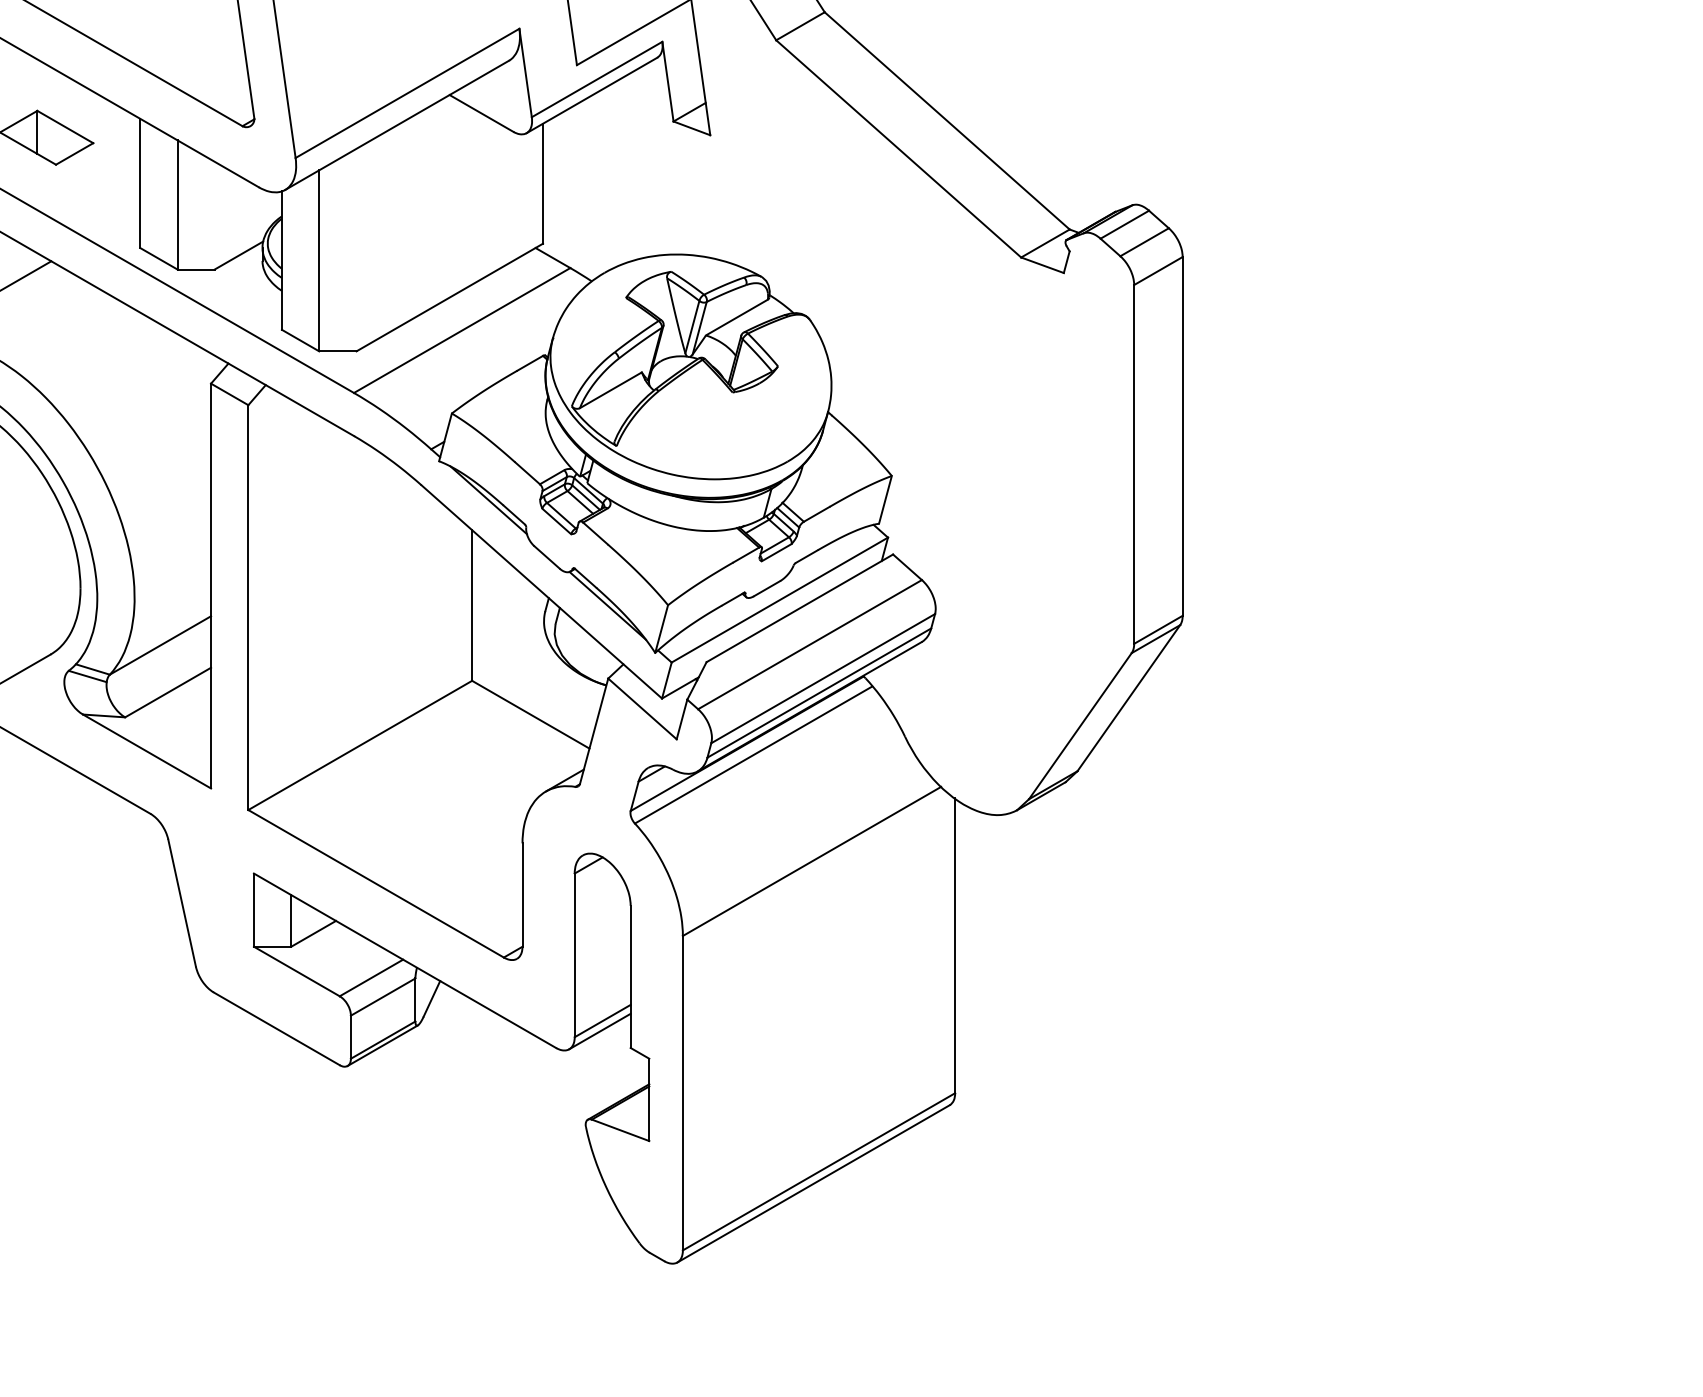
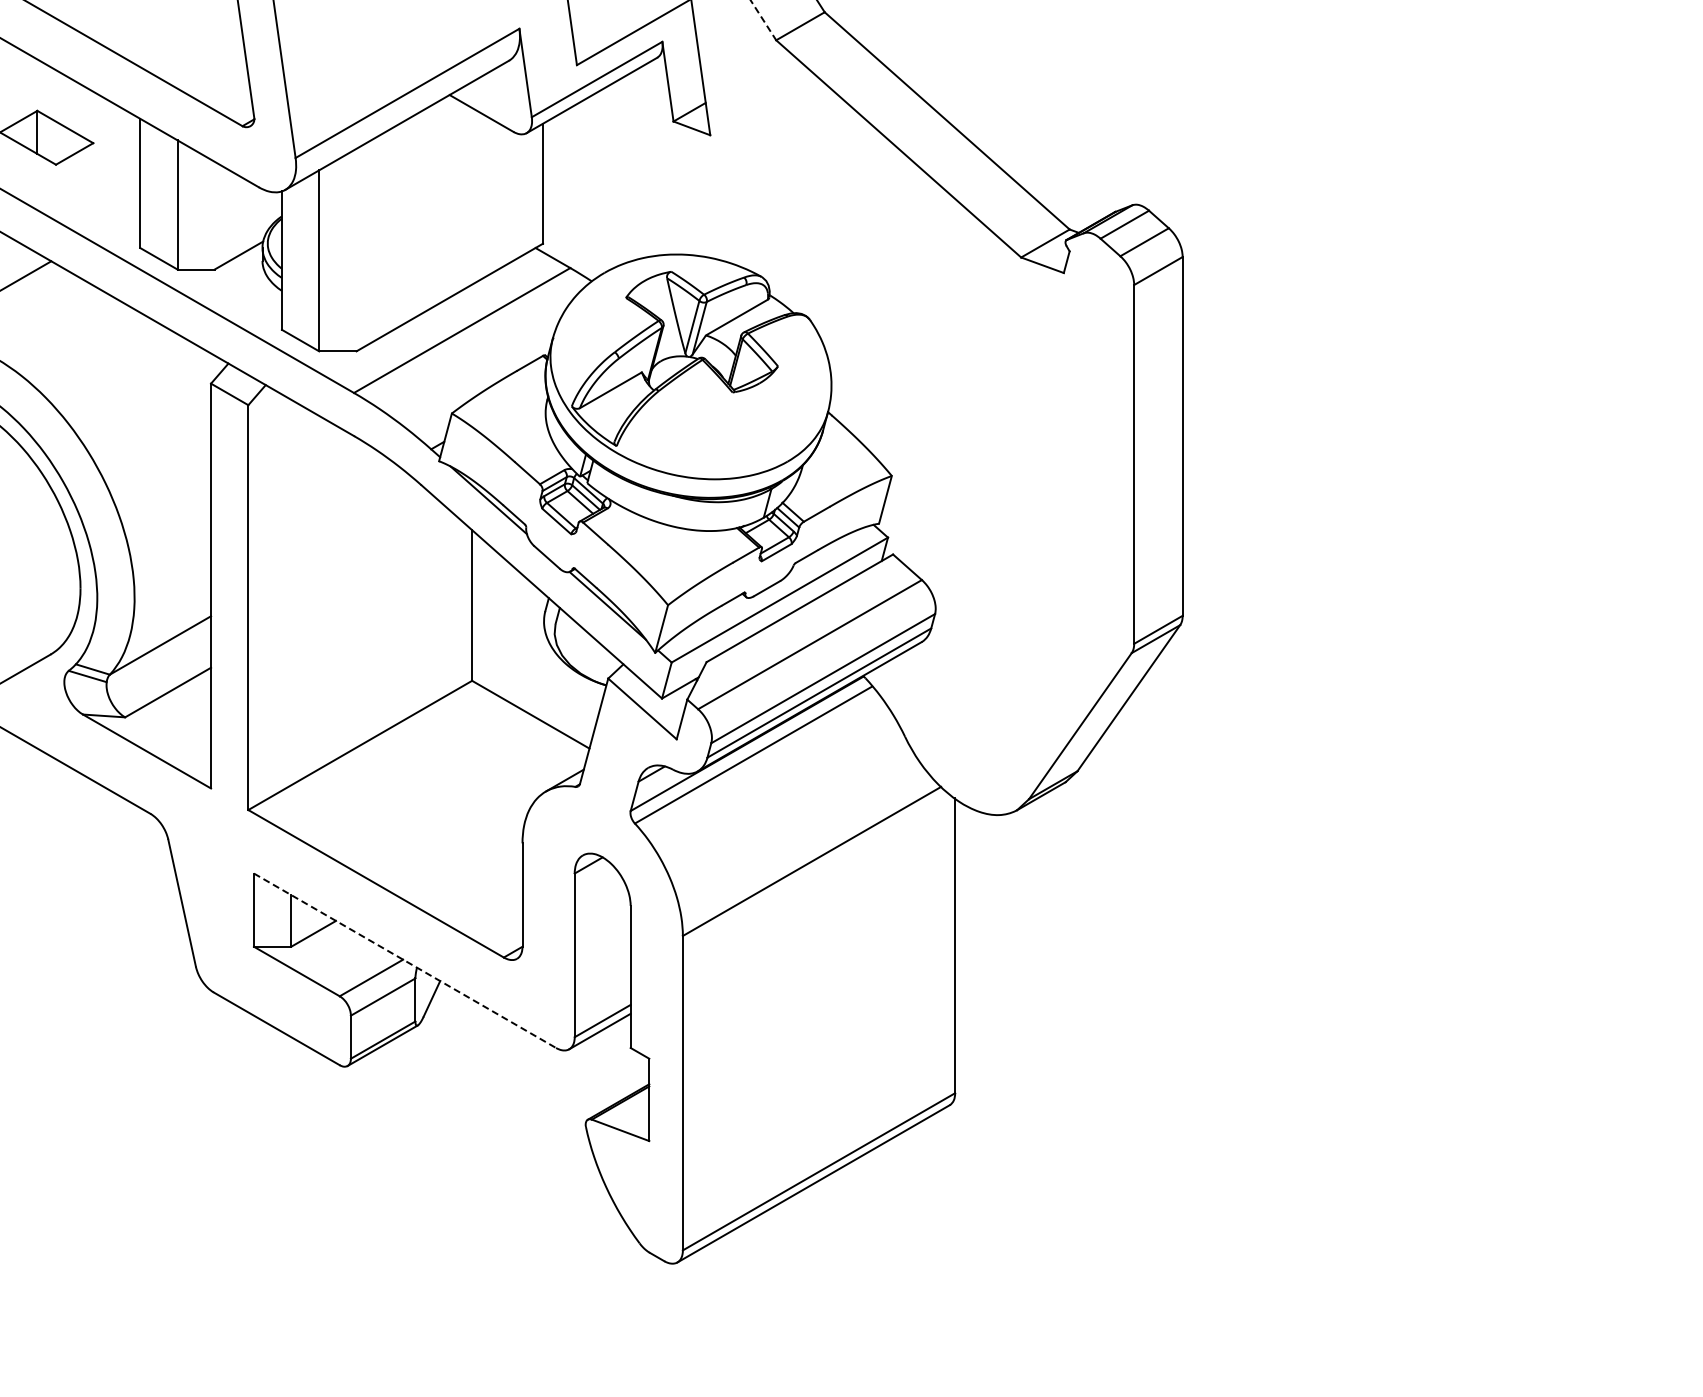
line at (763, 20): solid -> dashed
line at (405, 961): solid -> dashed
